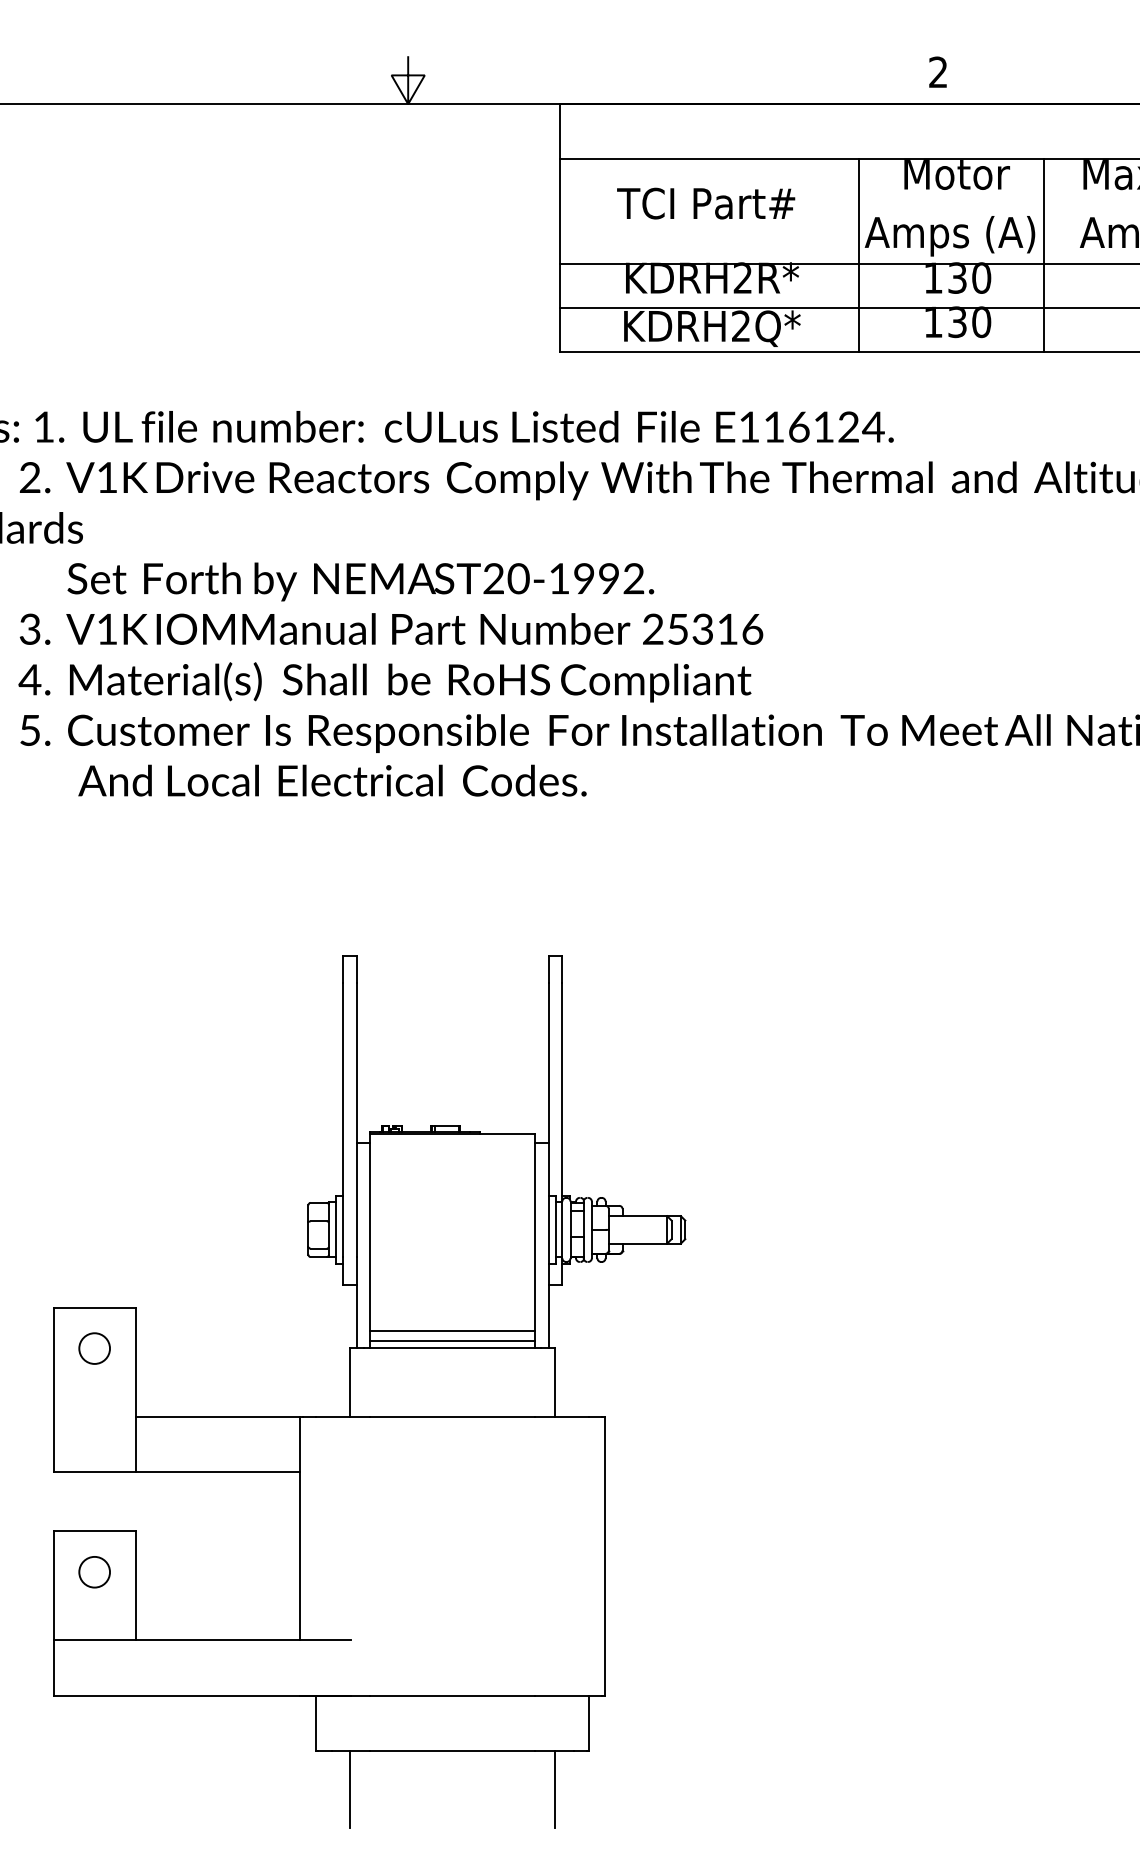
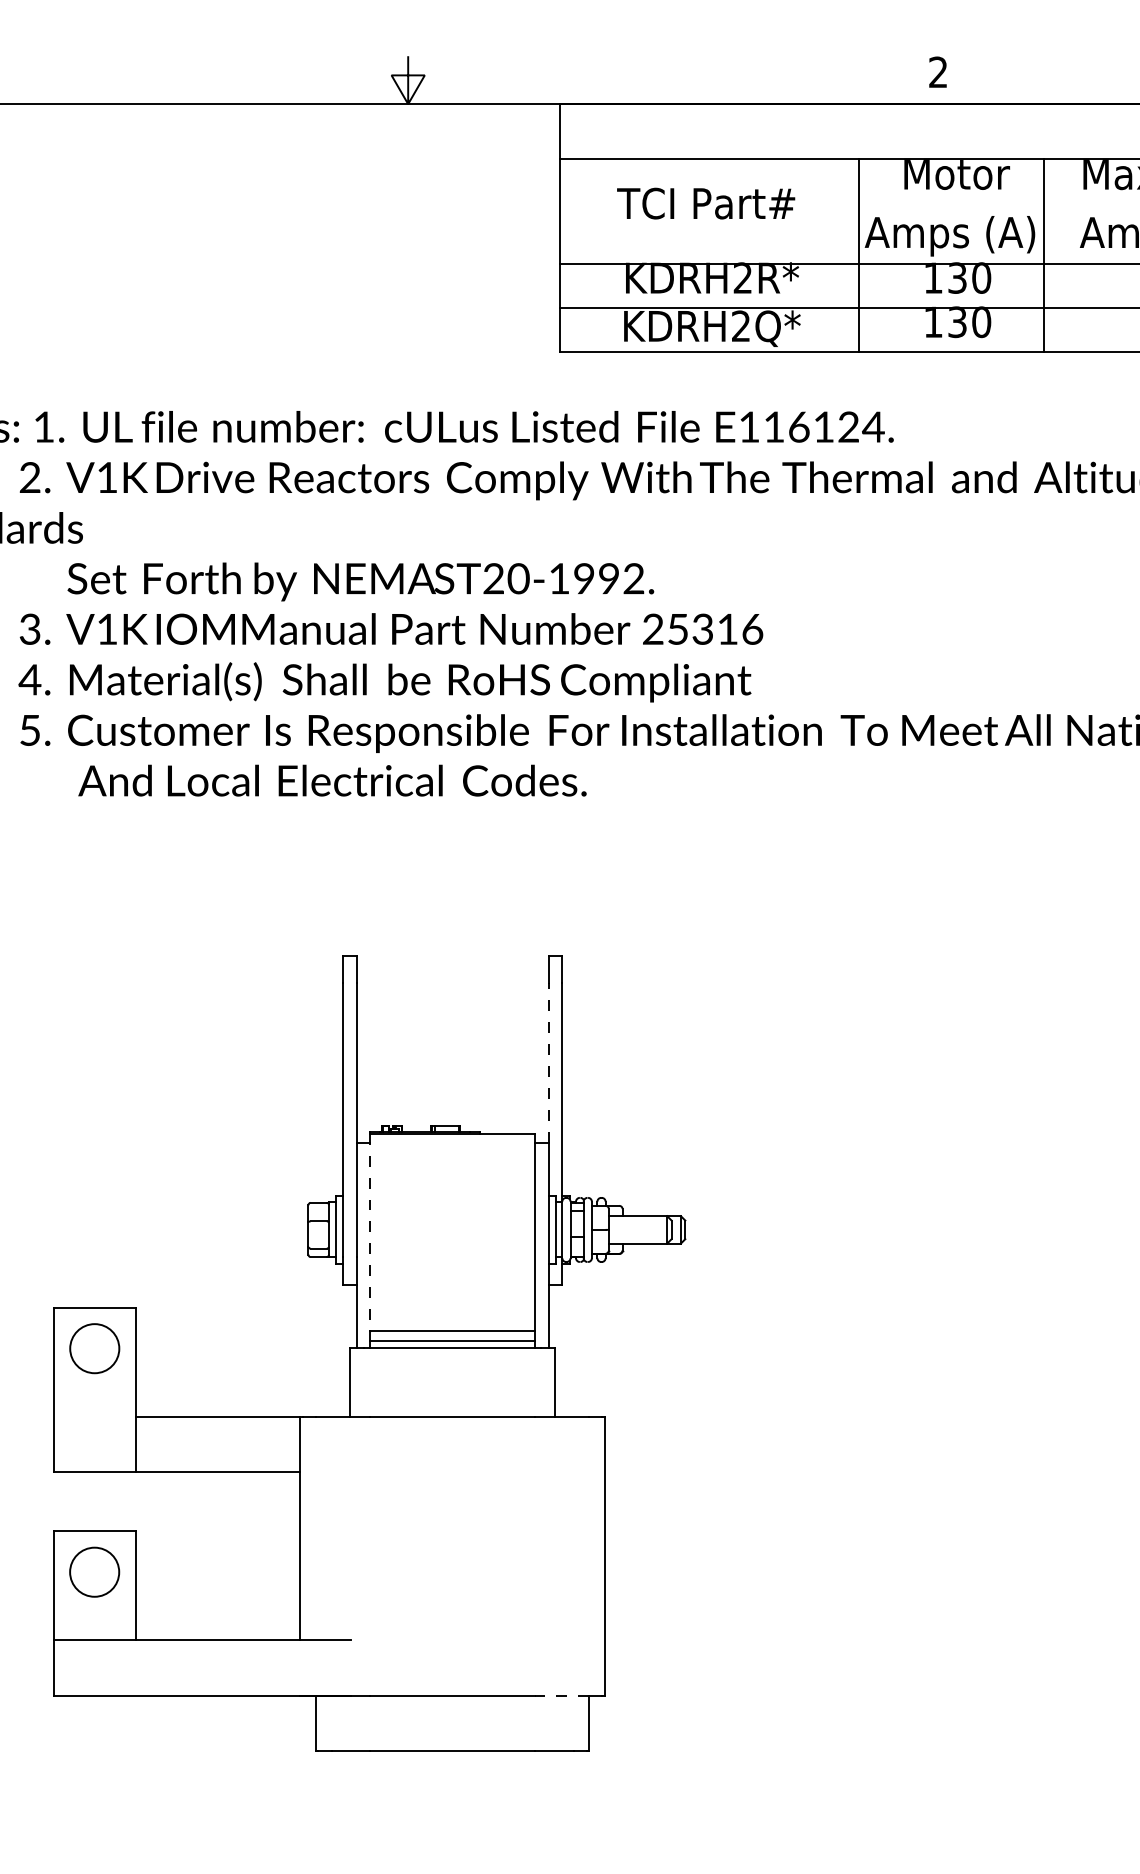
line at (548, 1062): solid -> dashed
line at (370, 1232): solid -> dashed
circle at (94, 1348) size: 33x33 px -> 52x52 px
circle at (94, 1571) diameter: 31 px -> 49 px
line at (561, 1696): solid -> dashed
line at (350, 1789): present -> none
line at (555, 1789): present -> none
